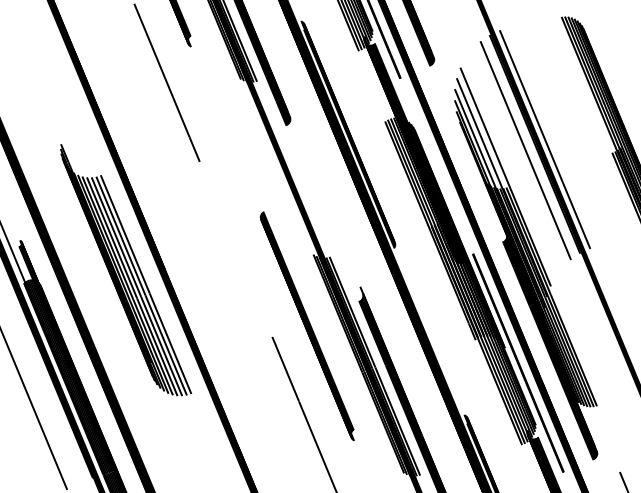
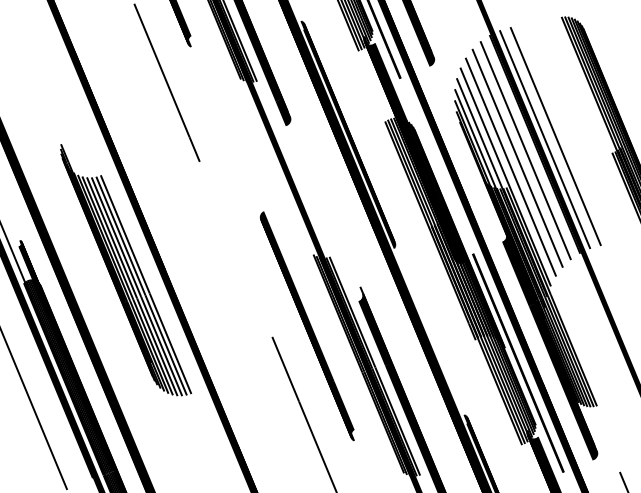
line at (555, 136): none -> present
line at (517, 157): none -> present
line at (510, 166): none -> present
